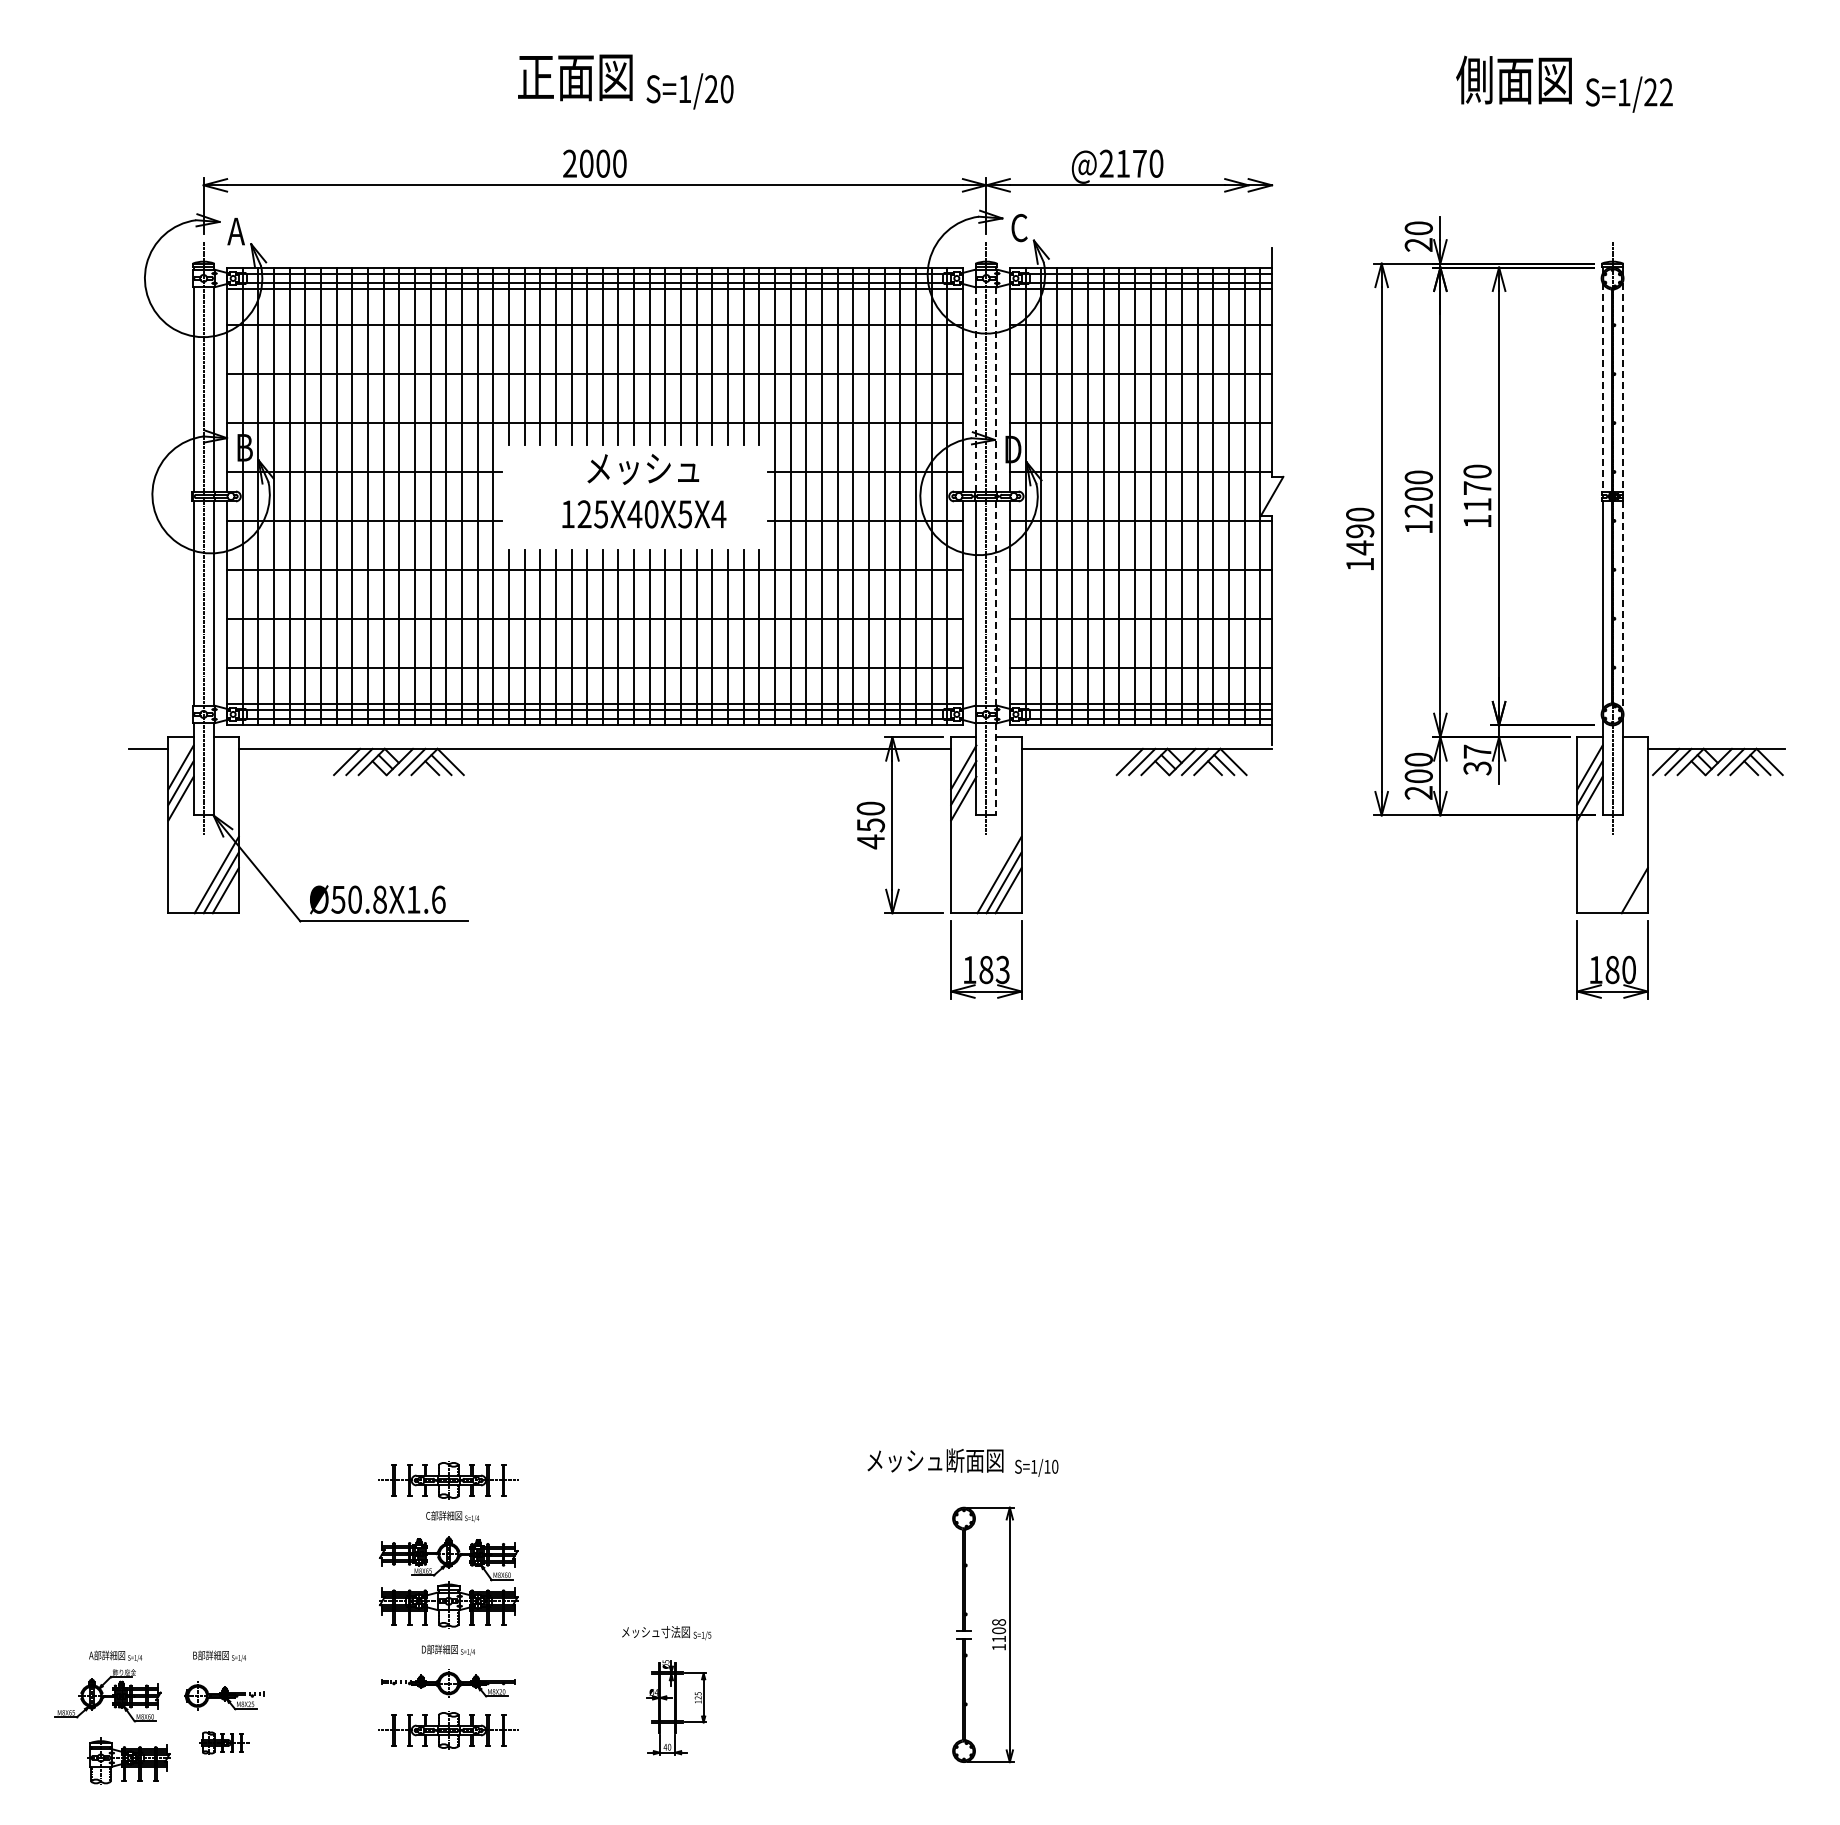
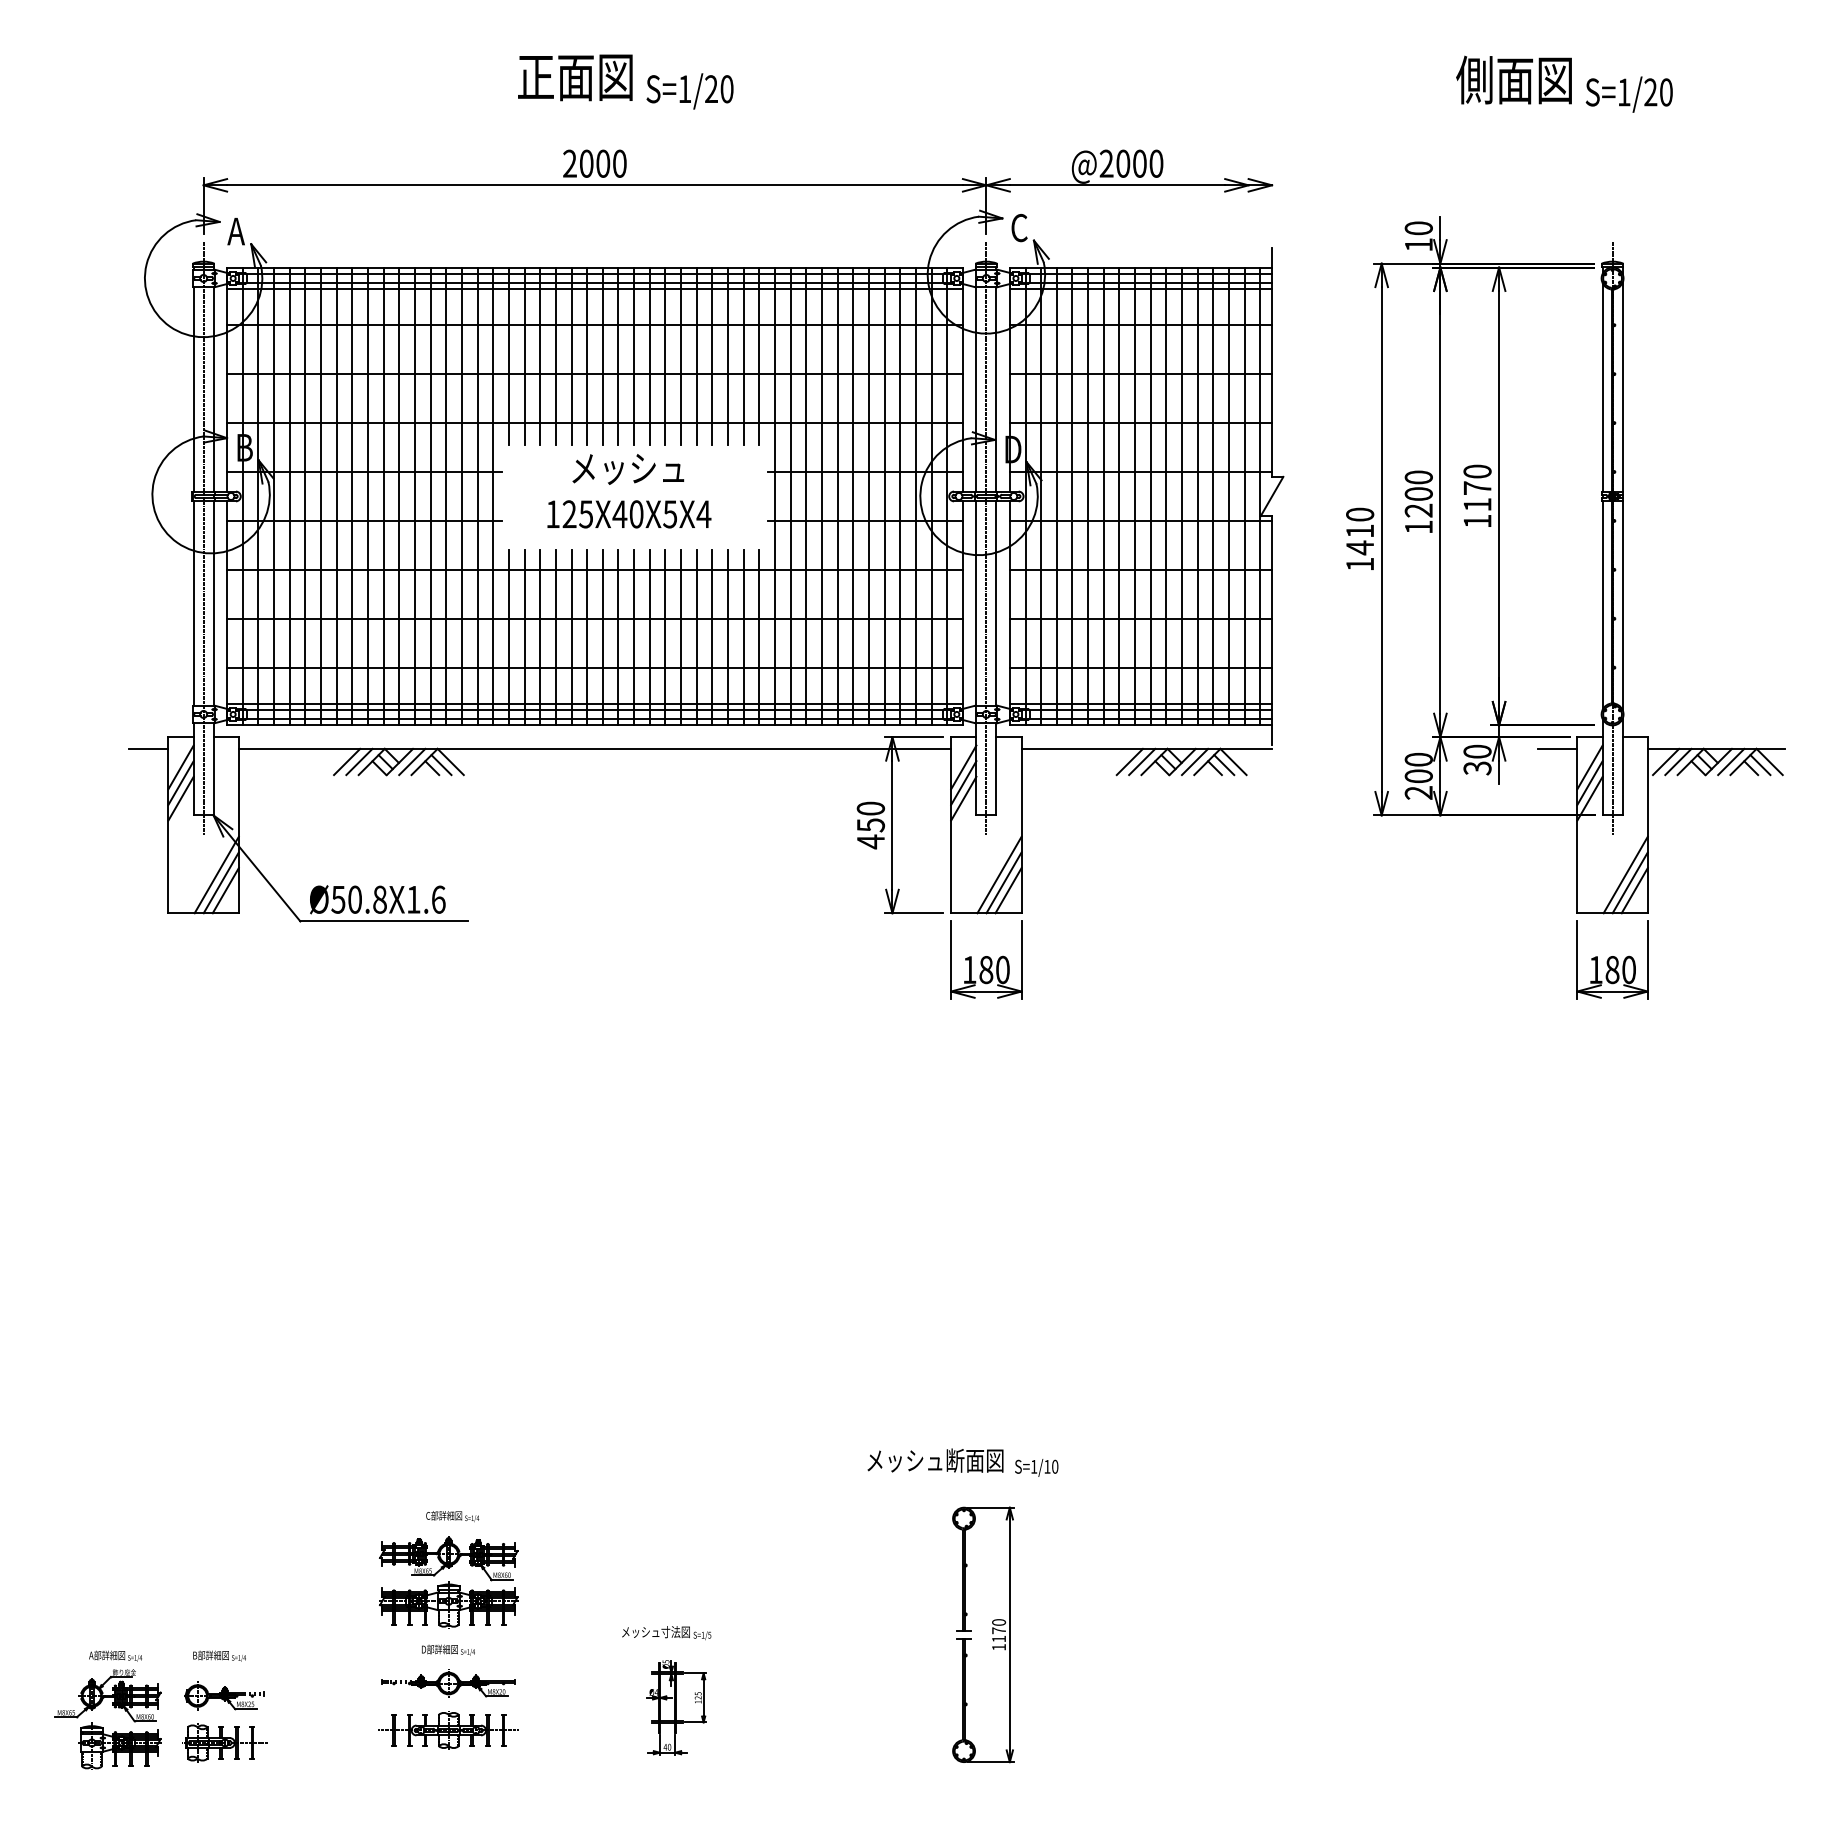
text at (1666, 92): S=1/22 -> S=1/20
text at (1131, 163): @2170 -> @2000
text at (1418, 244): 20 -> 10
line at (1602, 387): dashed -> solid
line at (1622, 387): dashed -> solid
line at (976, 389): dashed -> solid
line at (996, 389): dashed -> solid
text at (644, 491) position: (644, 491) -> (629, 491)
text at (1360, 531): 1490 -> 1410
line at (996, 604): dashed -> solid
line at (1622, 606): dashed -> solid
line at (1557, 748): none -> present
text at (1477, 751): 37 -> 30
line at (996, 769): dashed -> solid
line at (1625, 874): none -> present
line at (1629, 882): none -> present
text at (1002, 970): 183 -> 180
part at (448, 1480): present -> none
text at (999, 1626): 1108 -> 1170
part at (224, 1742) size: 51x24 px -> 86x40 px
part at (128, 1760) position: (128, 1760) -> (119, 1745)
